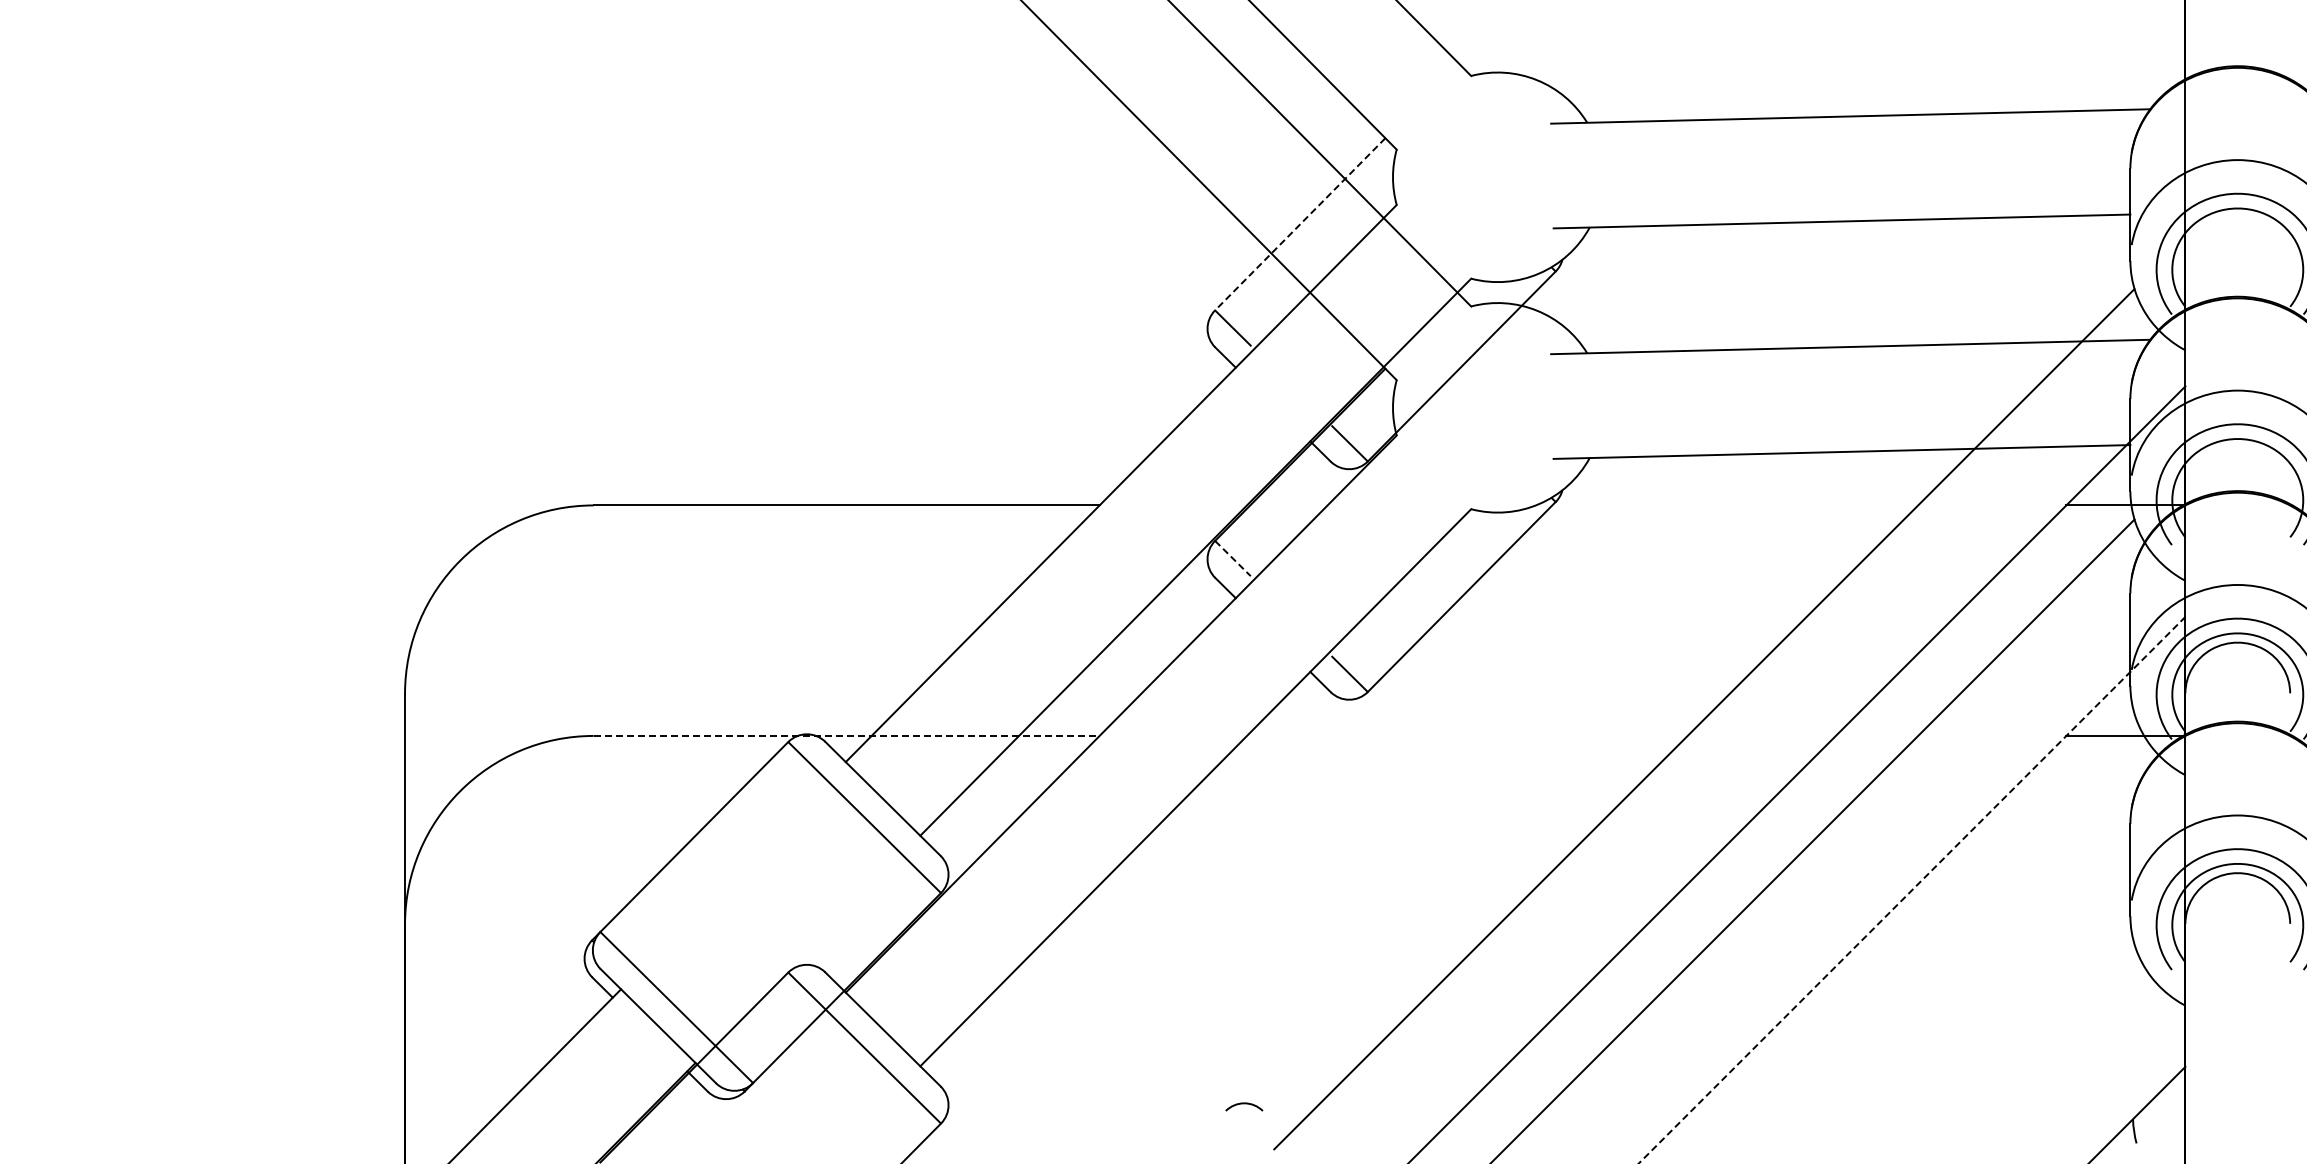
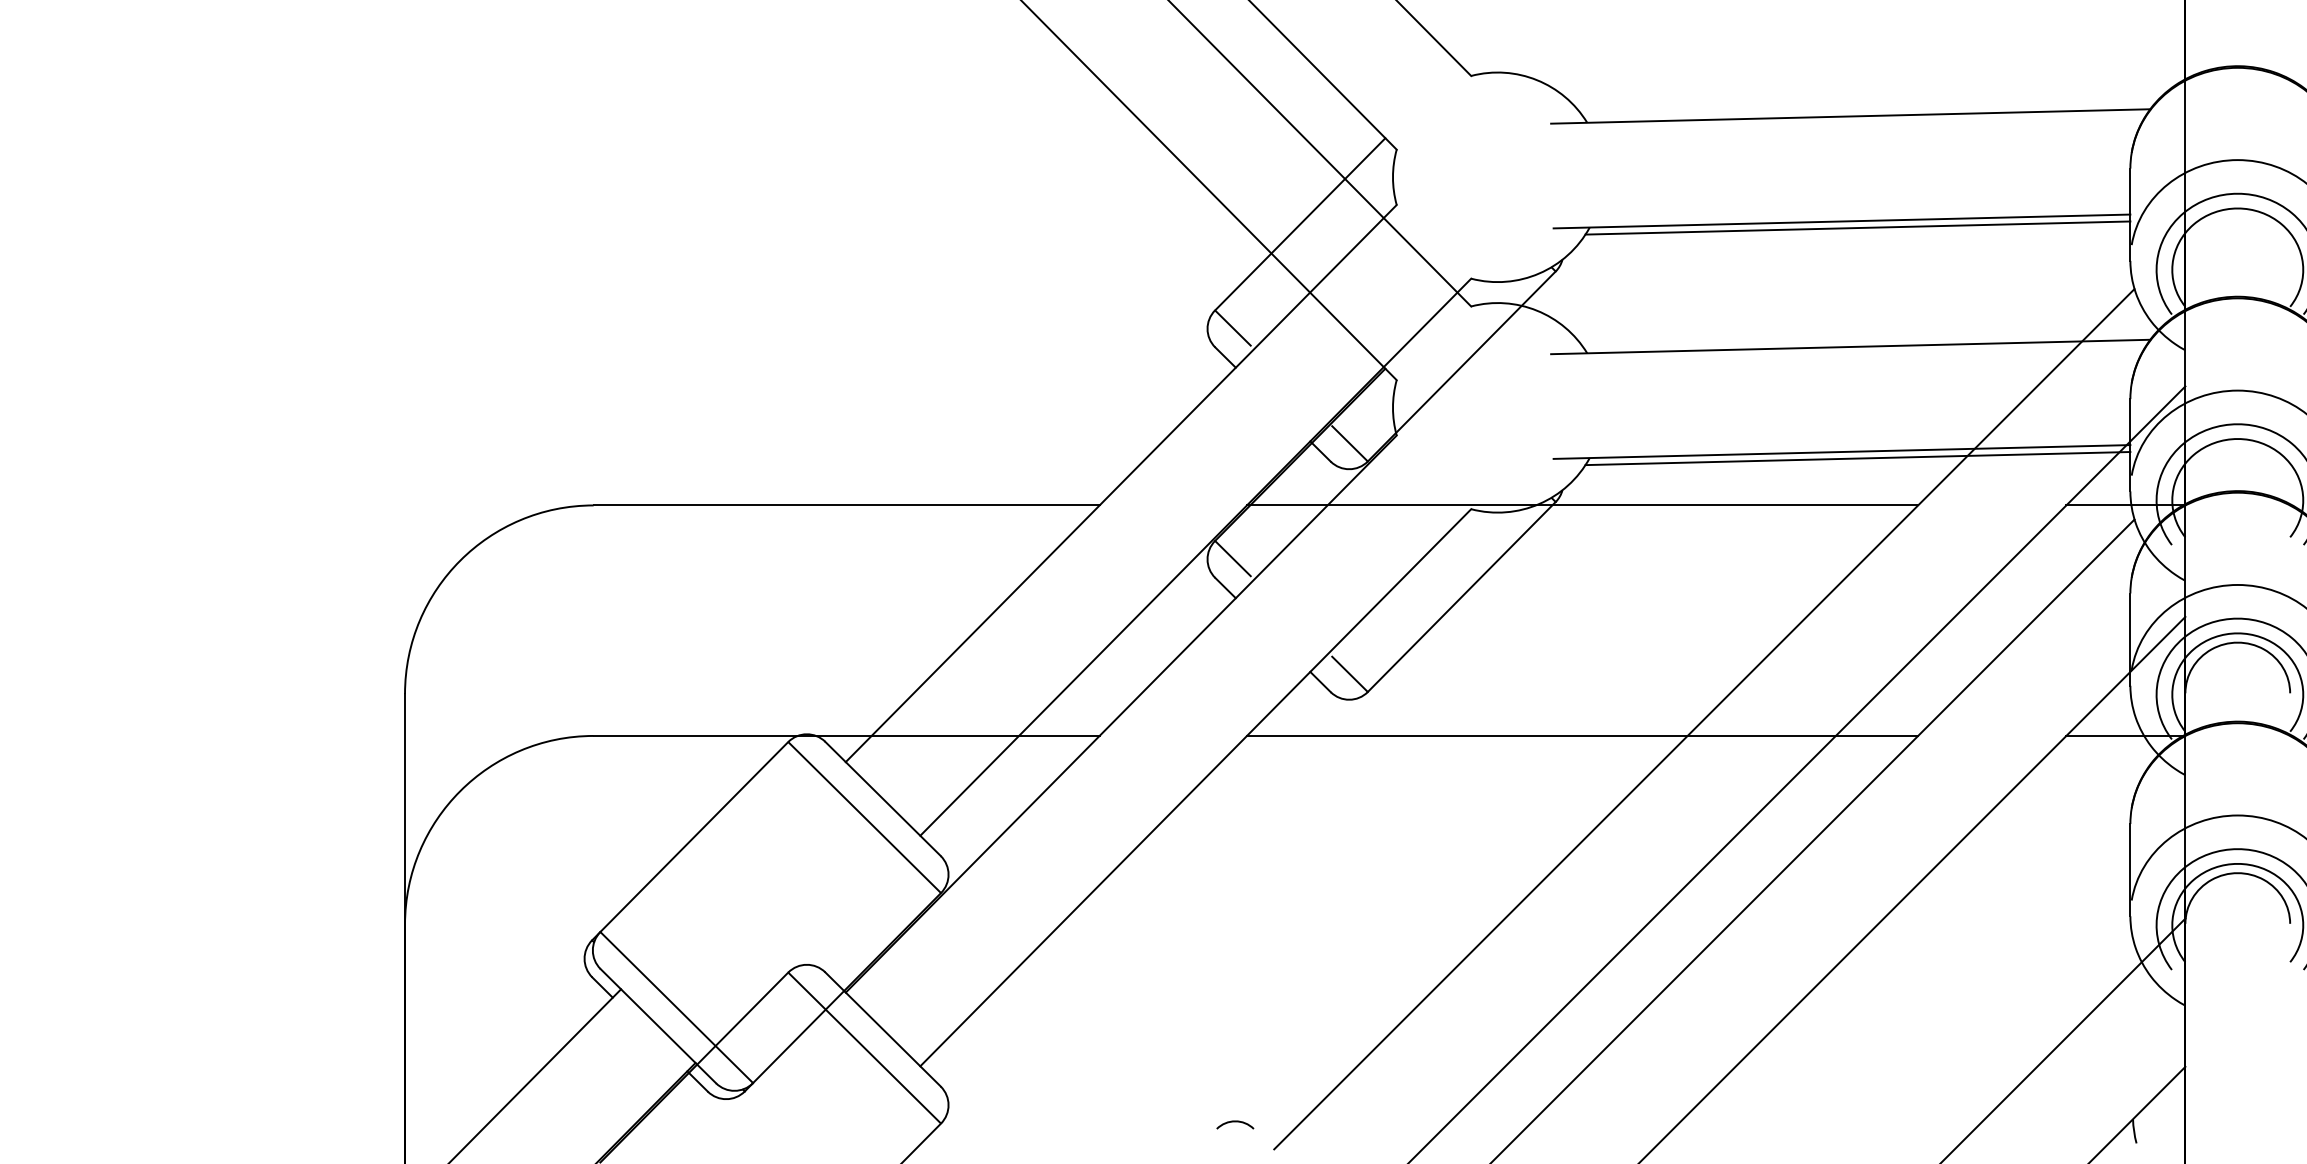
line at (1299, 224): dashed -> solid
line at (1857, 227): none -> present
line at (1857, 458): none -> present
line at (1582, 505): none -> present
line at (1233, 558): dashed -> solid
line at (846, 735): dashed -> solid
line at (1582, 735): none -> present
line at (1912, 889): dashed -> solid
line at (2064, 1039): none -> present
arc at (1244, 1104) position: (1244, 1104) -> (1235, 1122)
